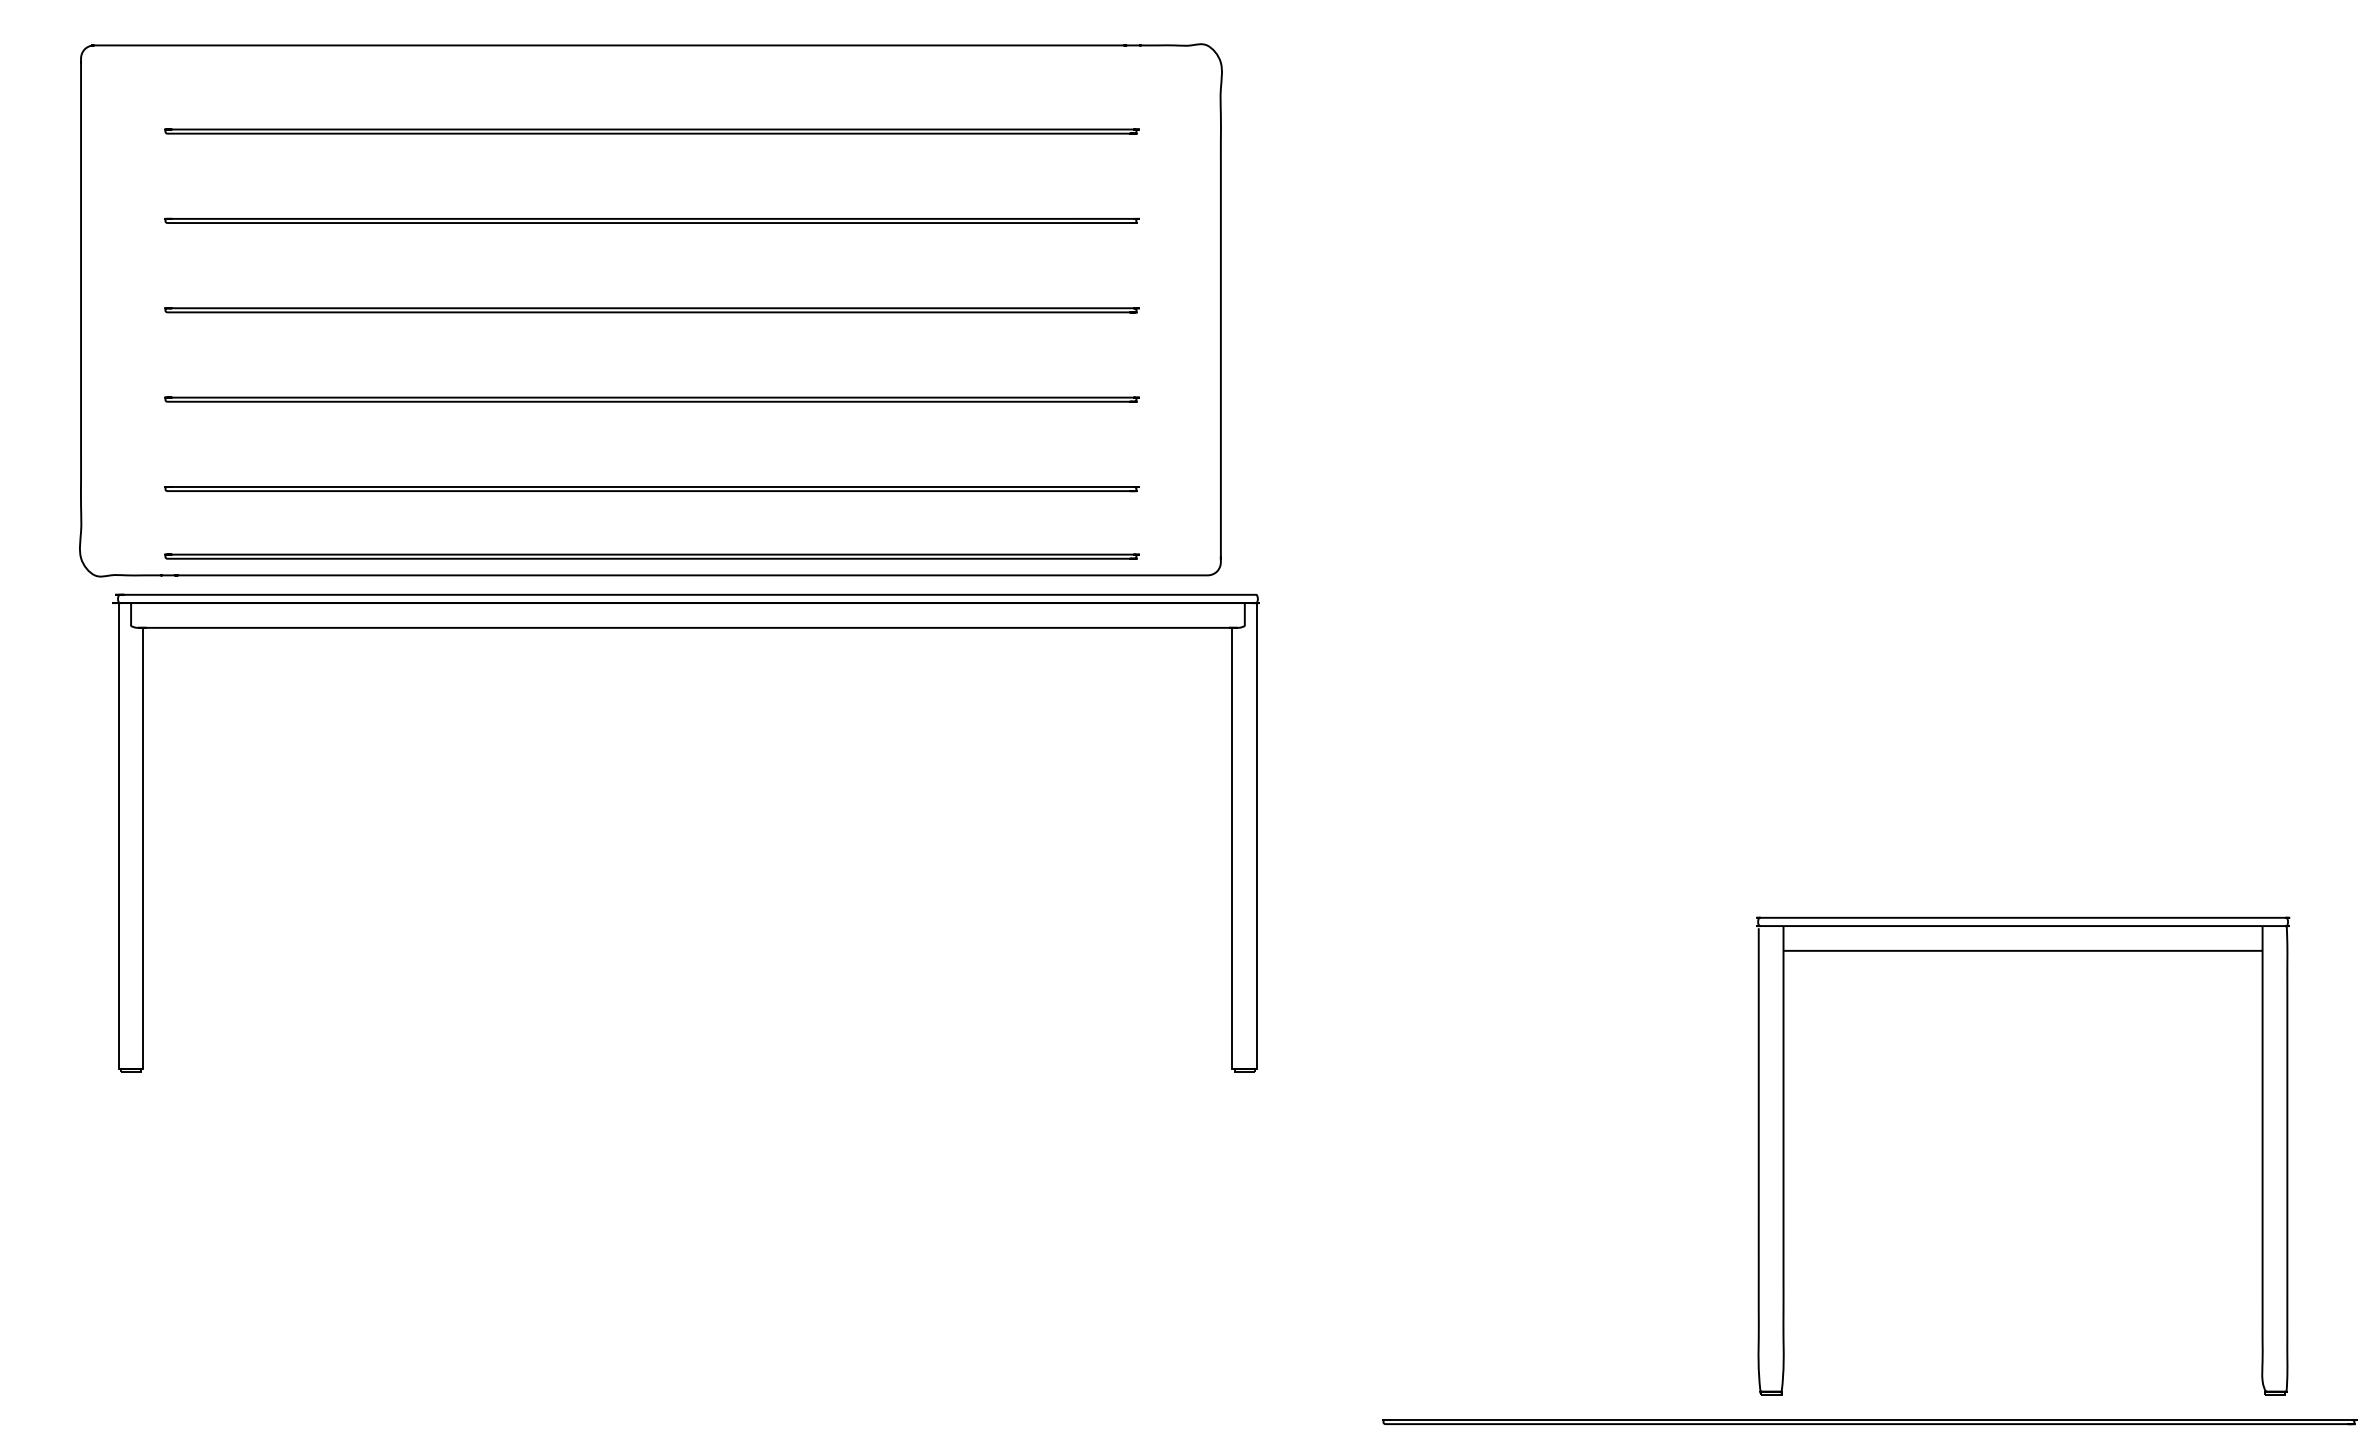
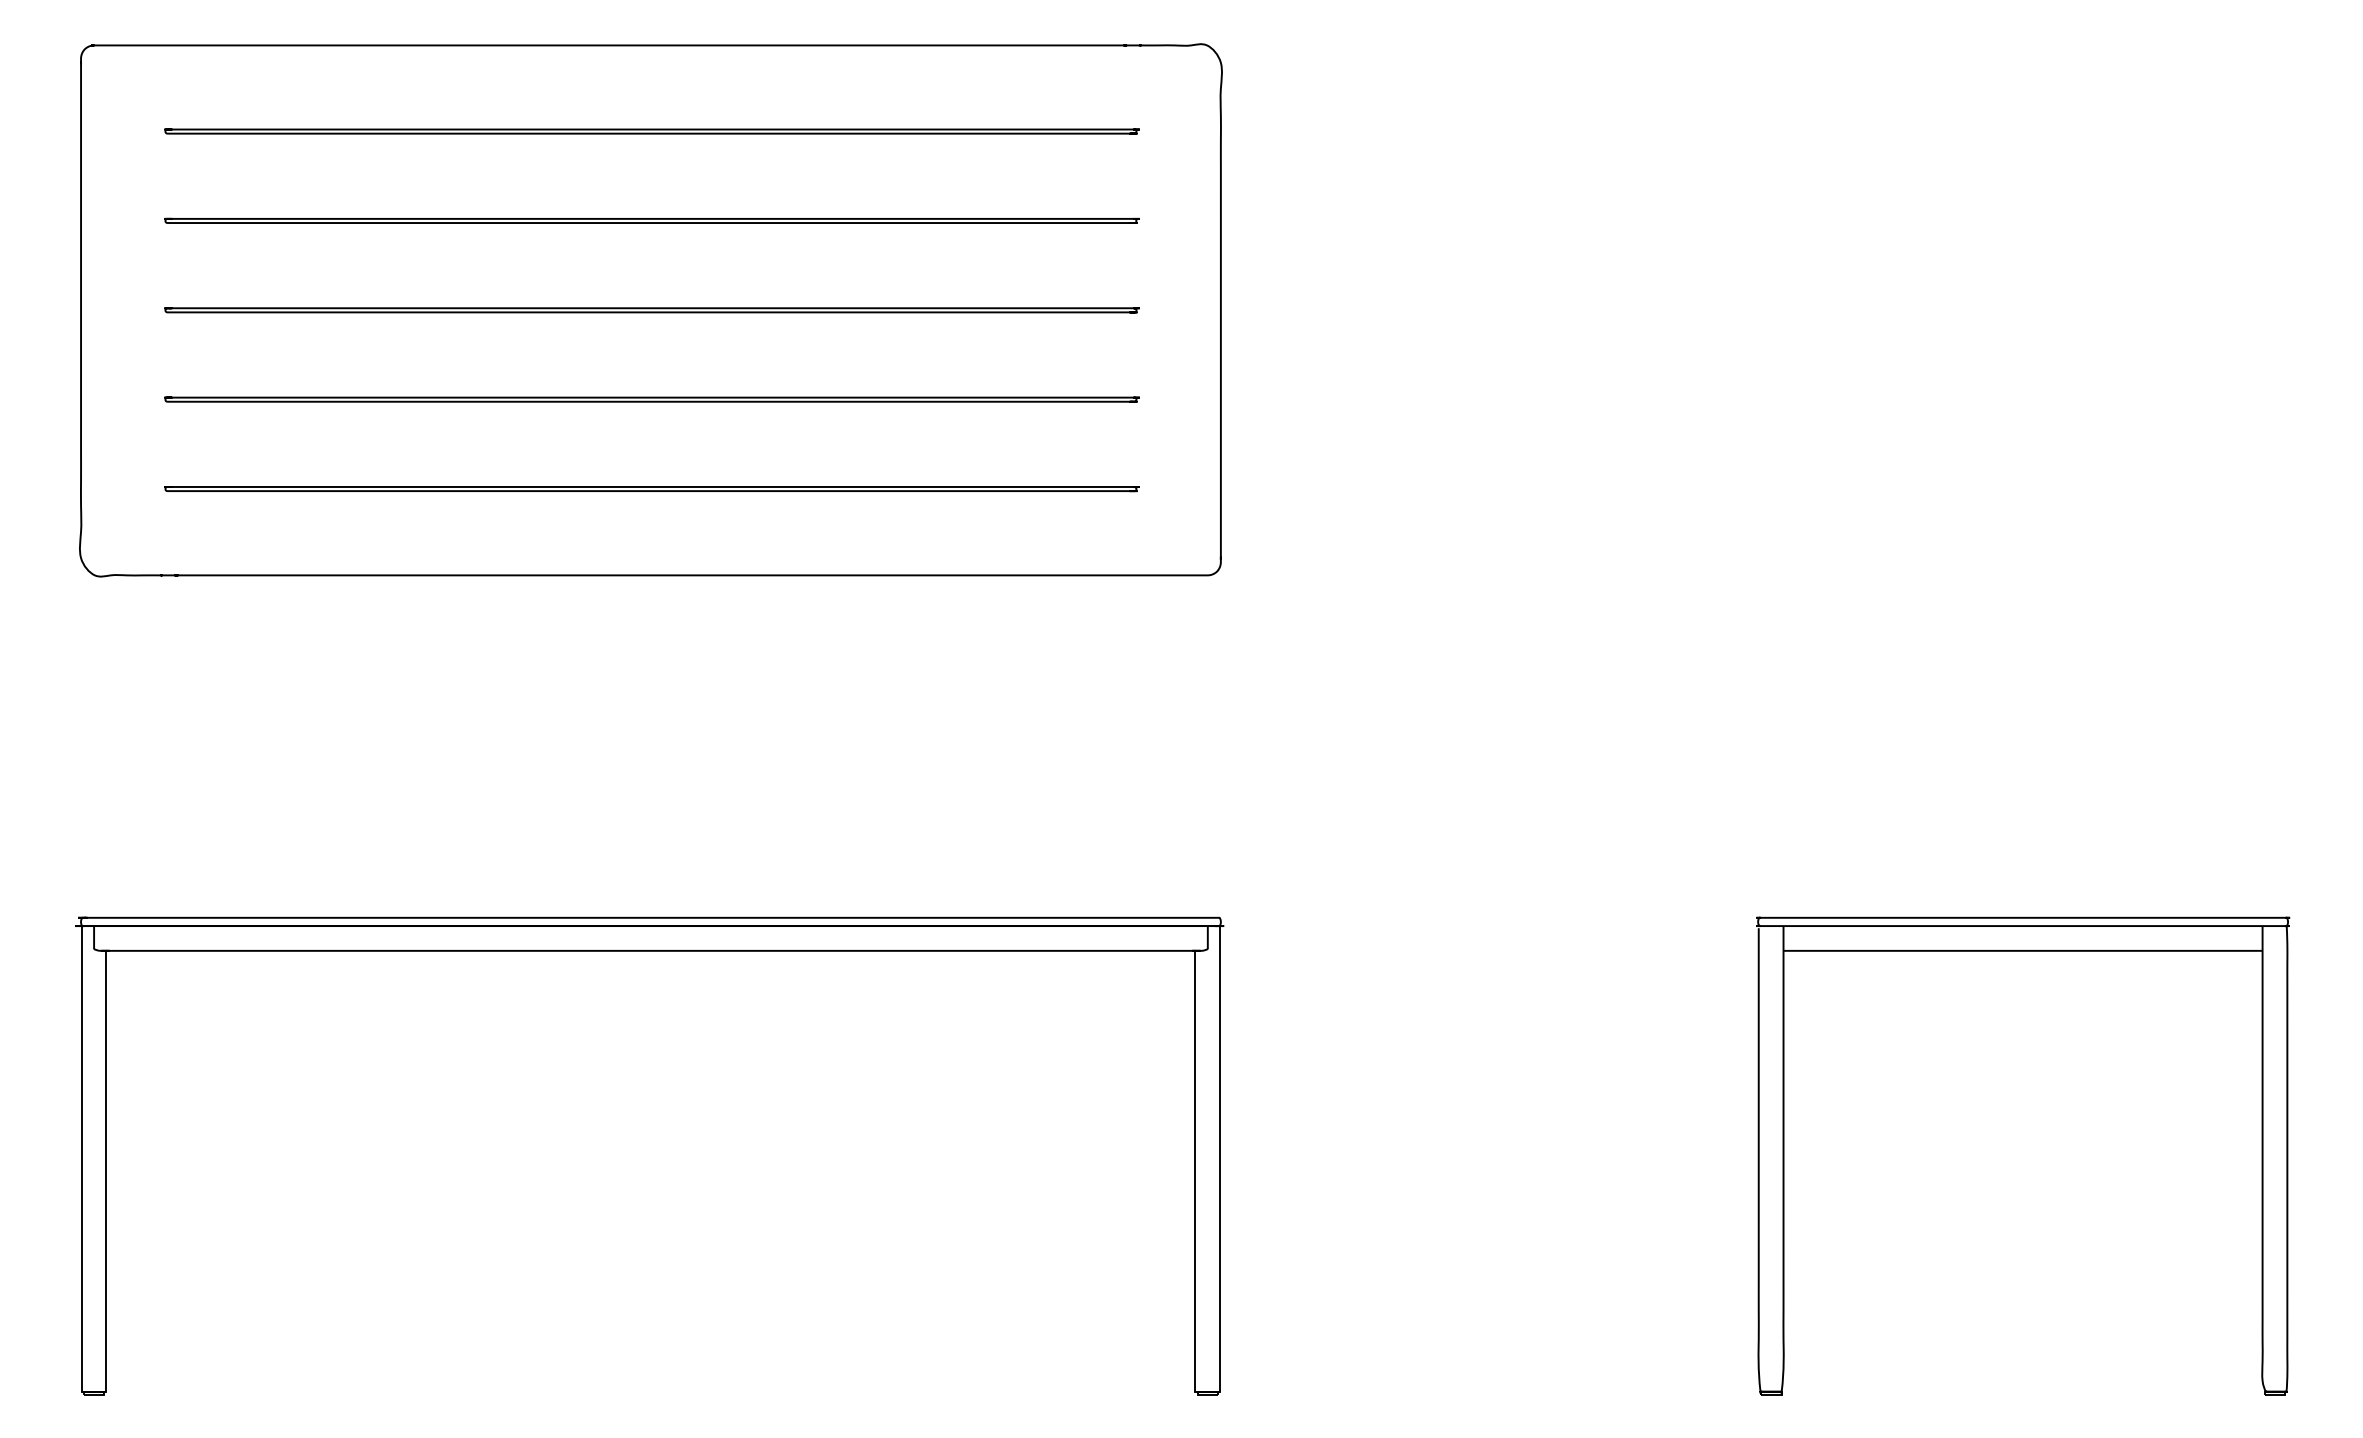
part at (651, 556): present -> none
part at (686, 628) position: (686, 628) -> (649, 951)
part at (1869, 1422): present -> none
